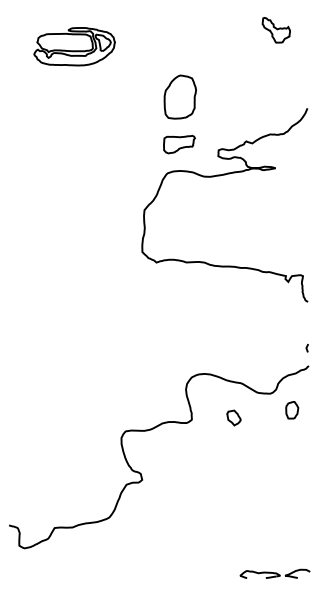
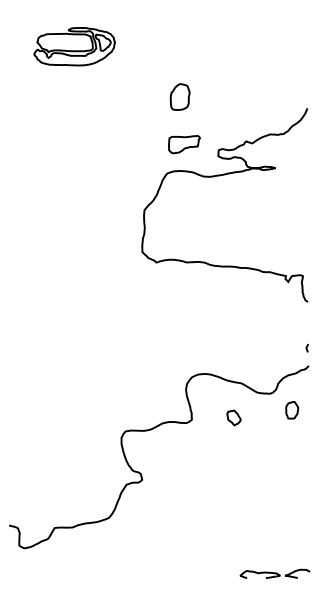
part at (275, 30): present -> none
part at (179, 96) size: 34x46 px -> 22x28 px
part at (179, 144) position: (179, 144) -> (184, 144)
